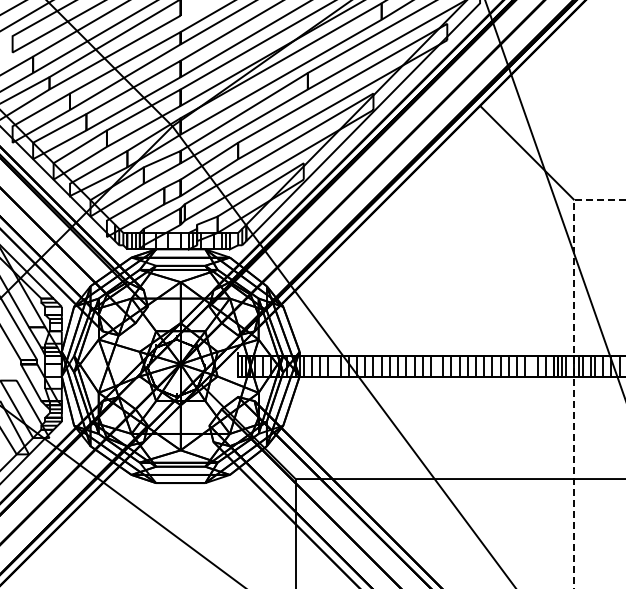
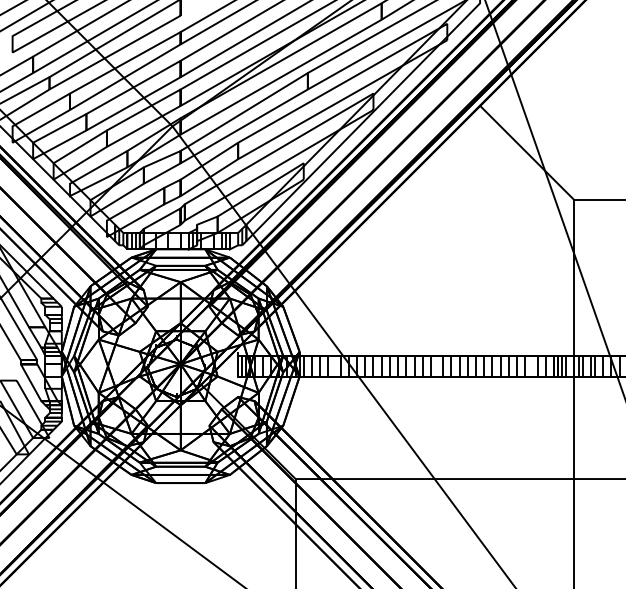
line at (574, 368): dashed -> solid
